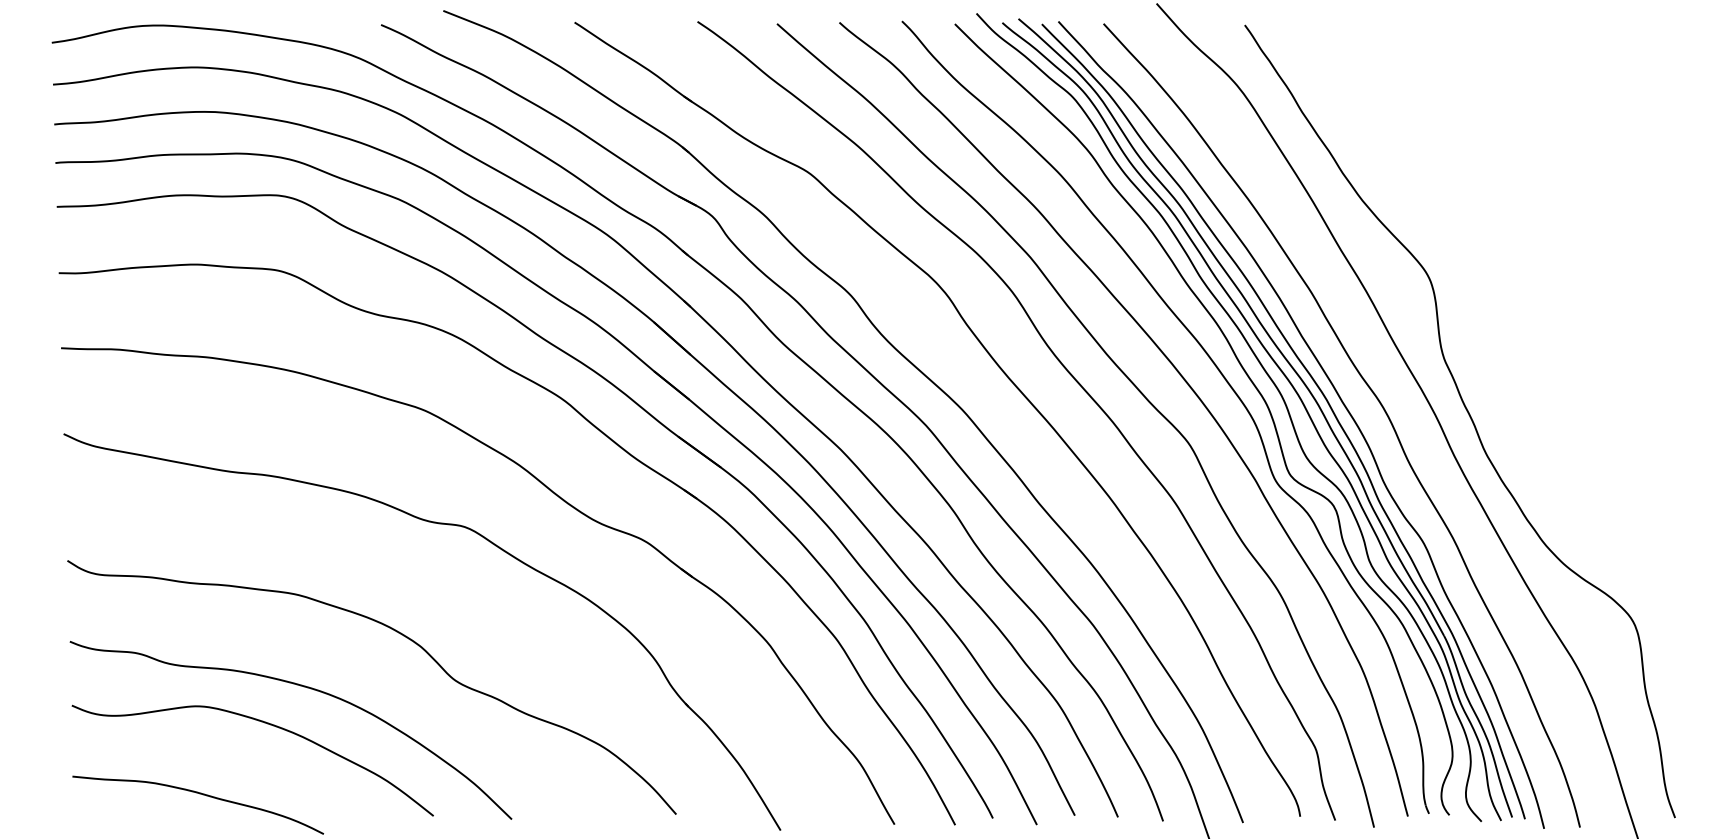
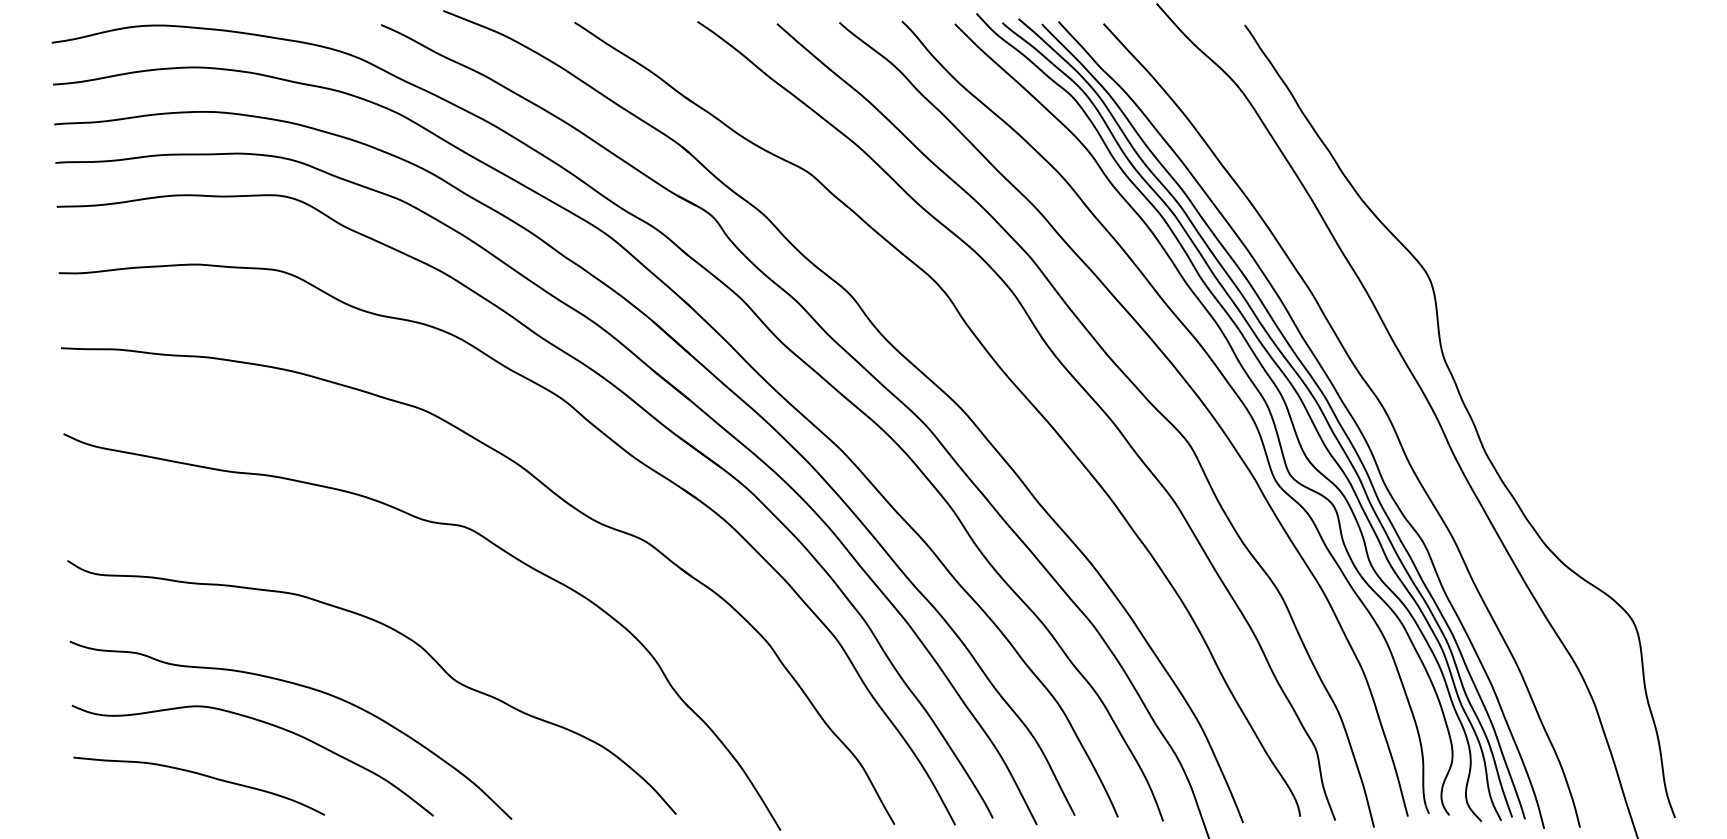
curve at (199, 794) position: (199, 794) -> (200, 775)
